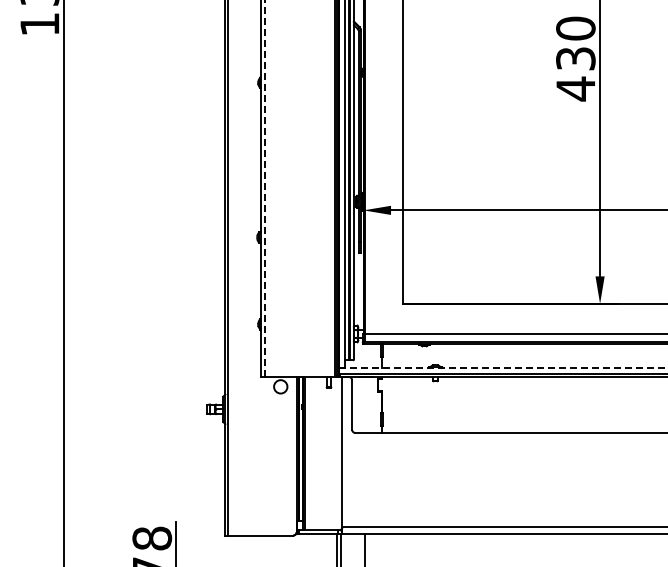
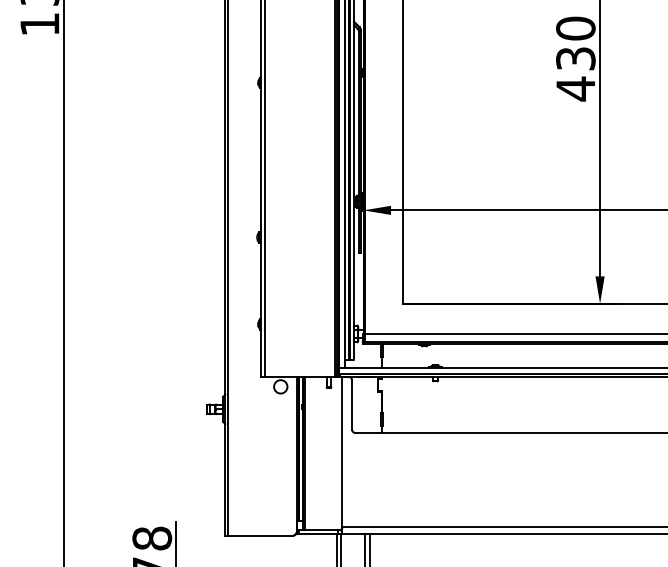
line at (265, 188): dashed -> solid
line at (503, 368): dashed -> solid
line at (369, 548): none -> present
